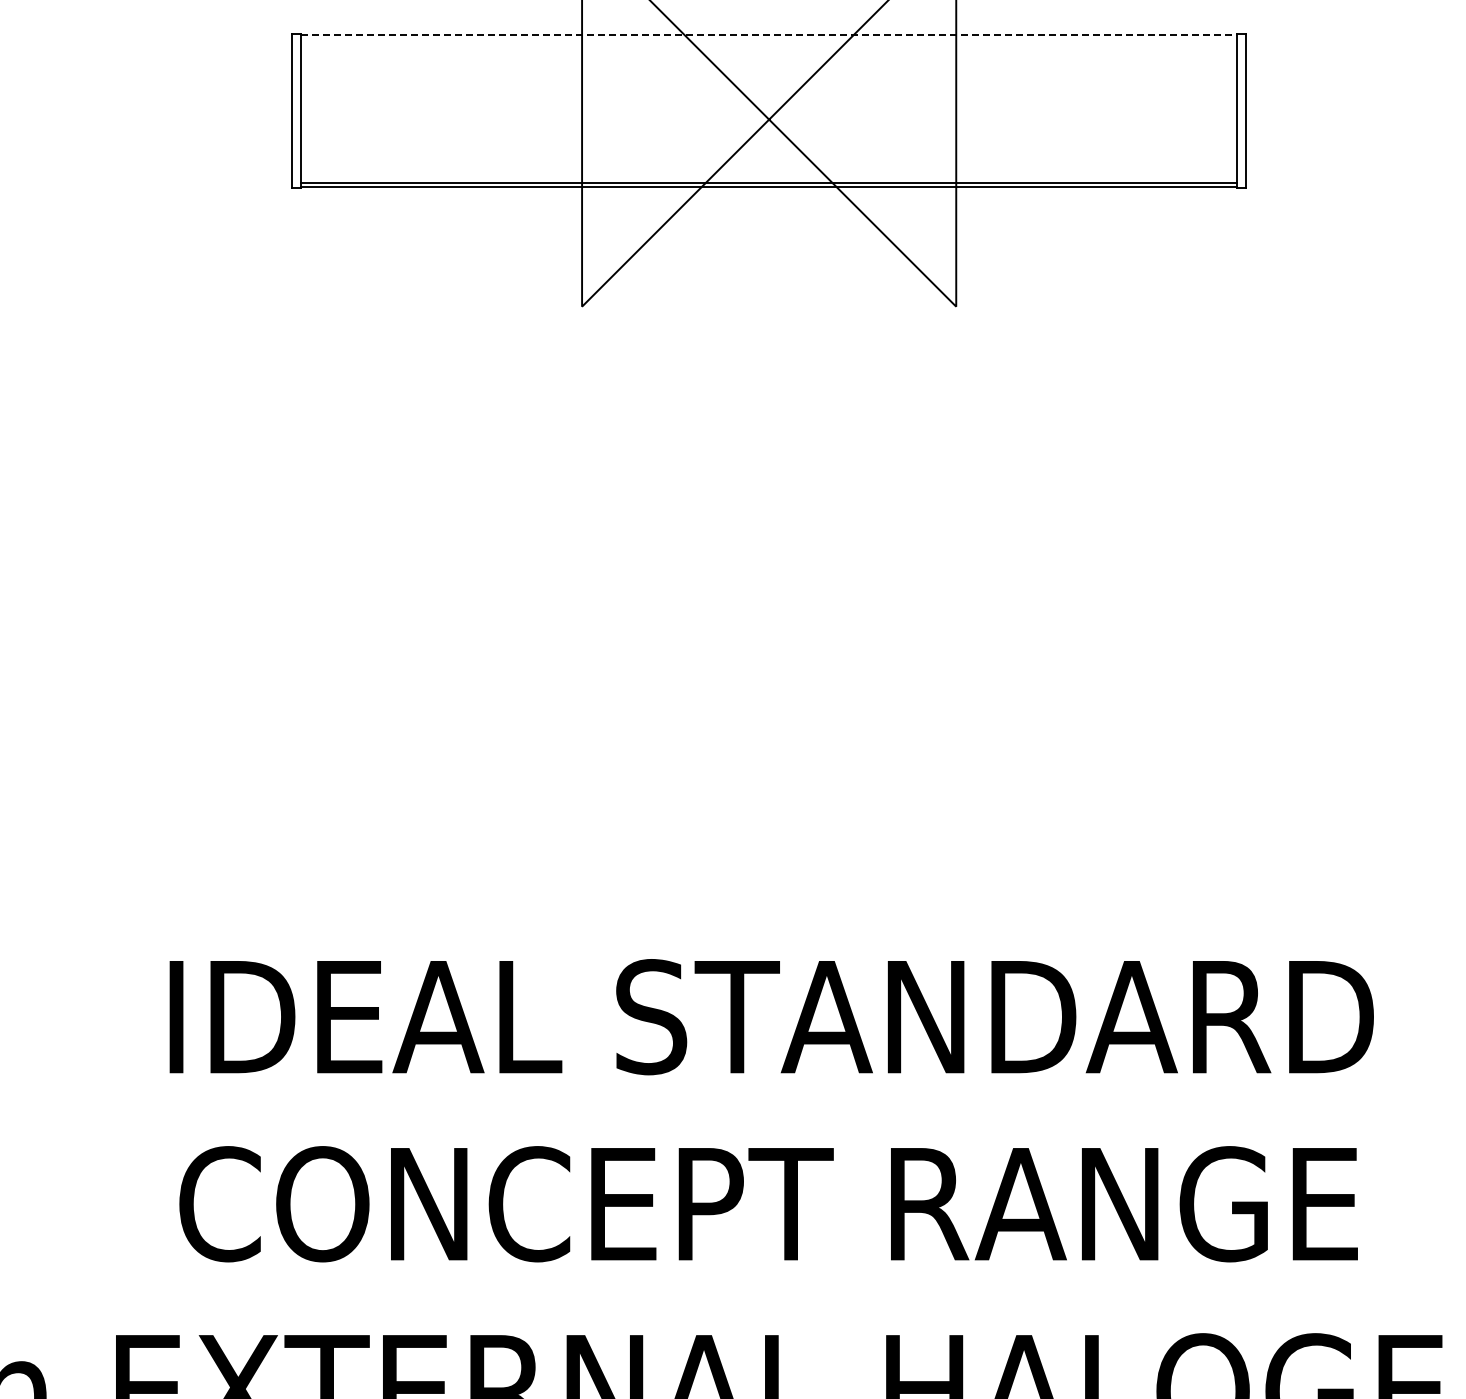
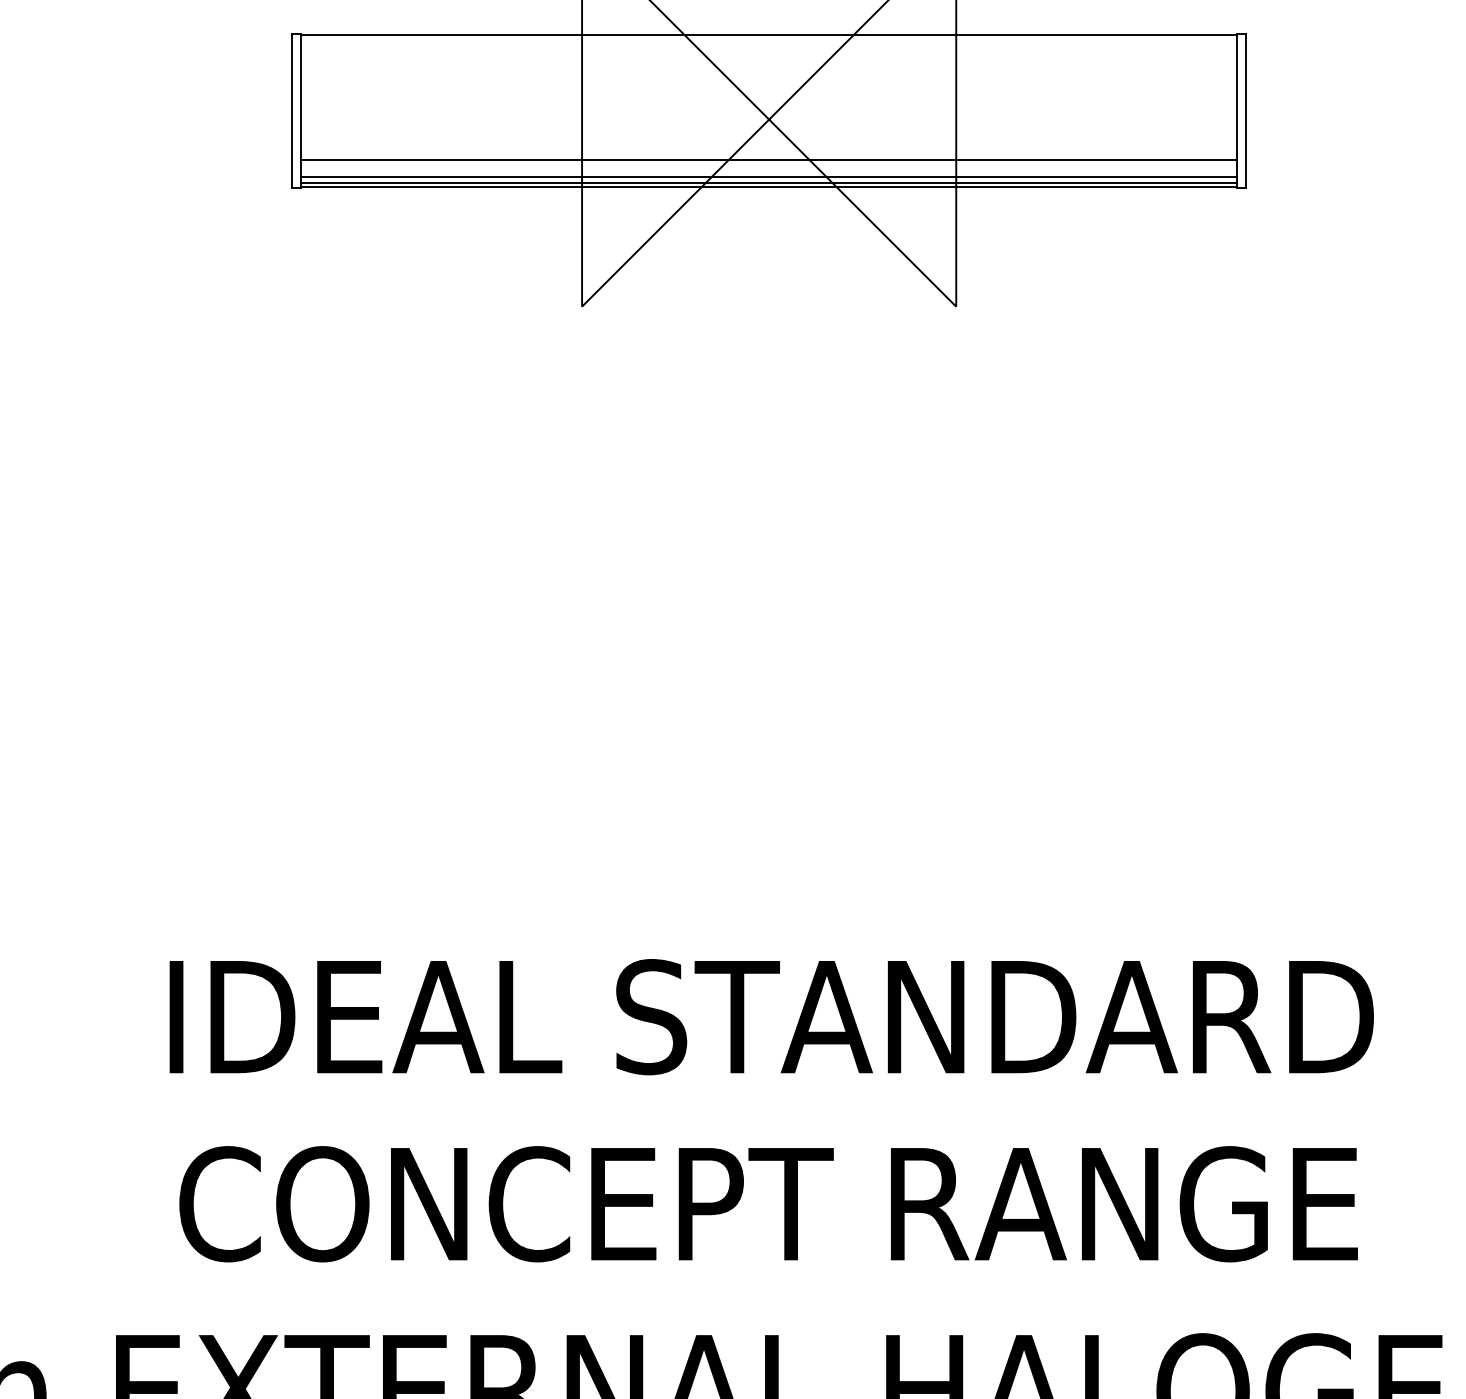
line at (769, 34): dashed -> solid
line at (768, 160): none -> present
line at (768, 176): none -> present
